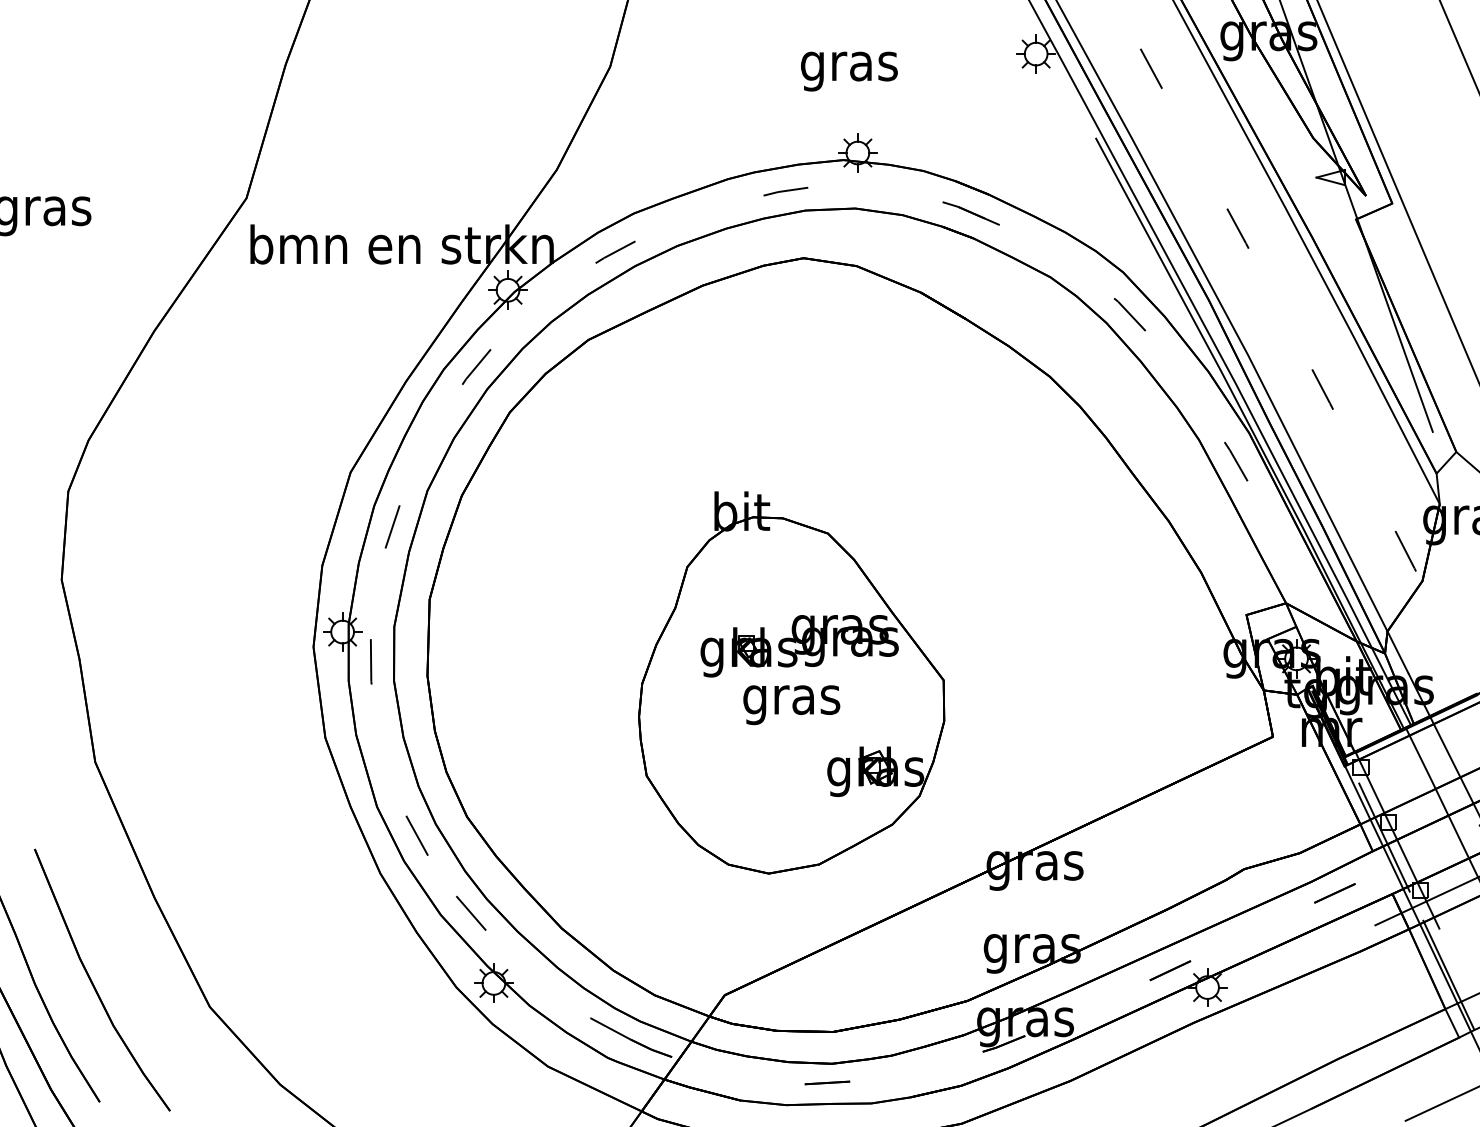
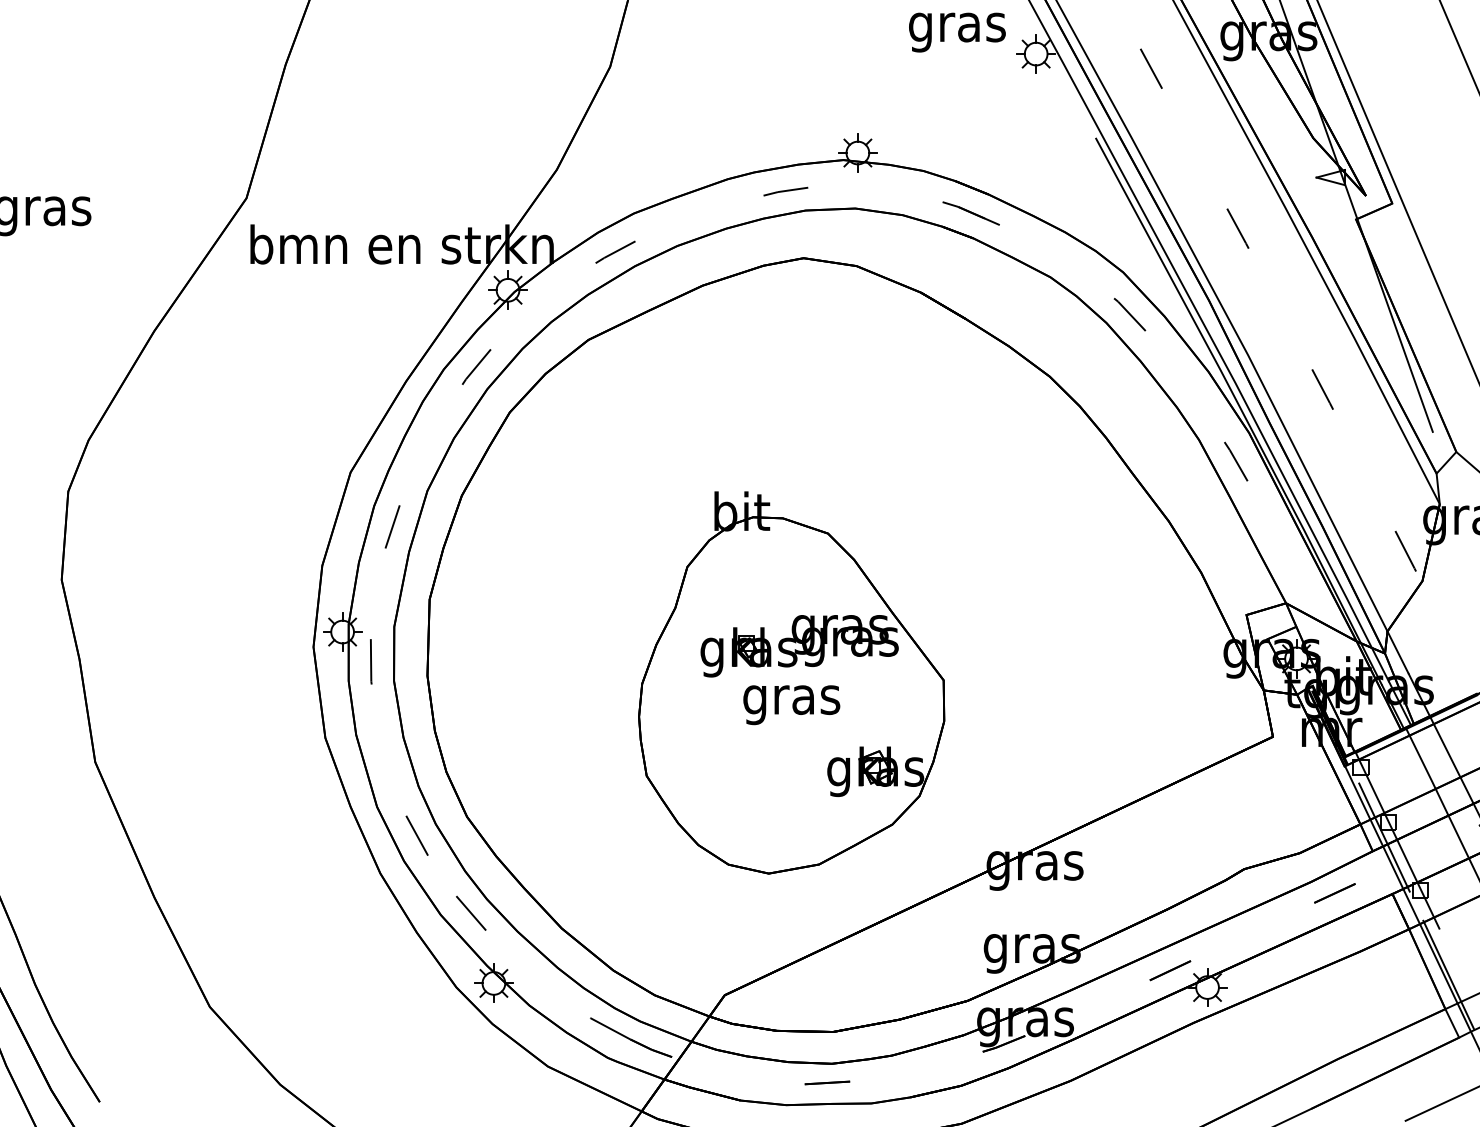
text at (849, 71) position: (849, 71) -> (957, 32)
line at (1425, 901): present -> none
part at (93, 983): present -> none
